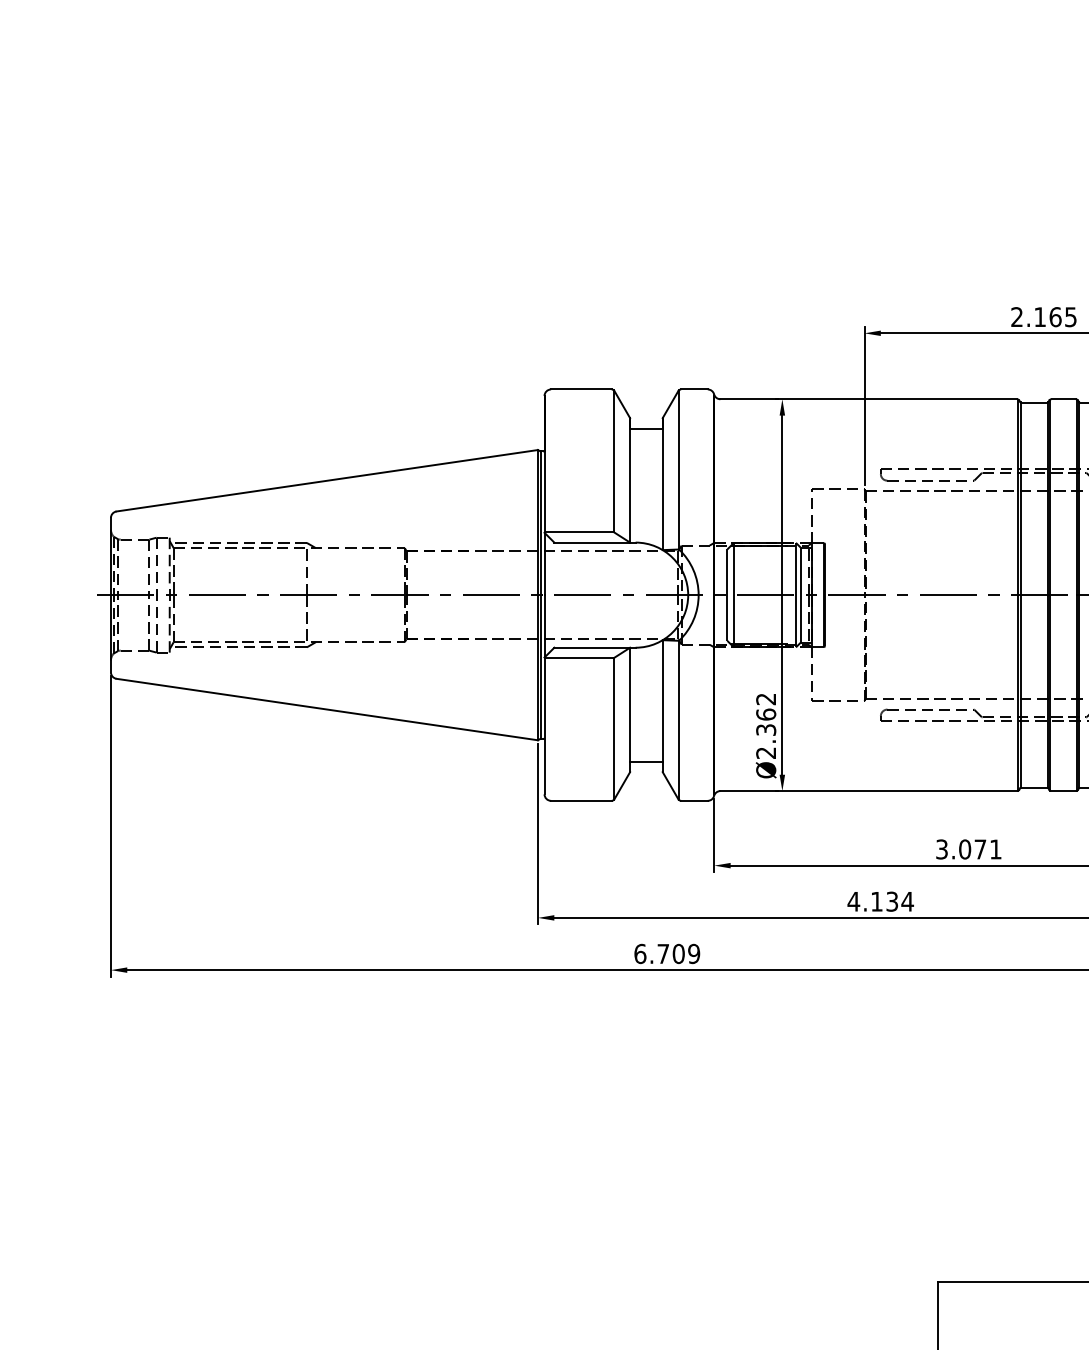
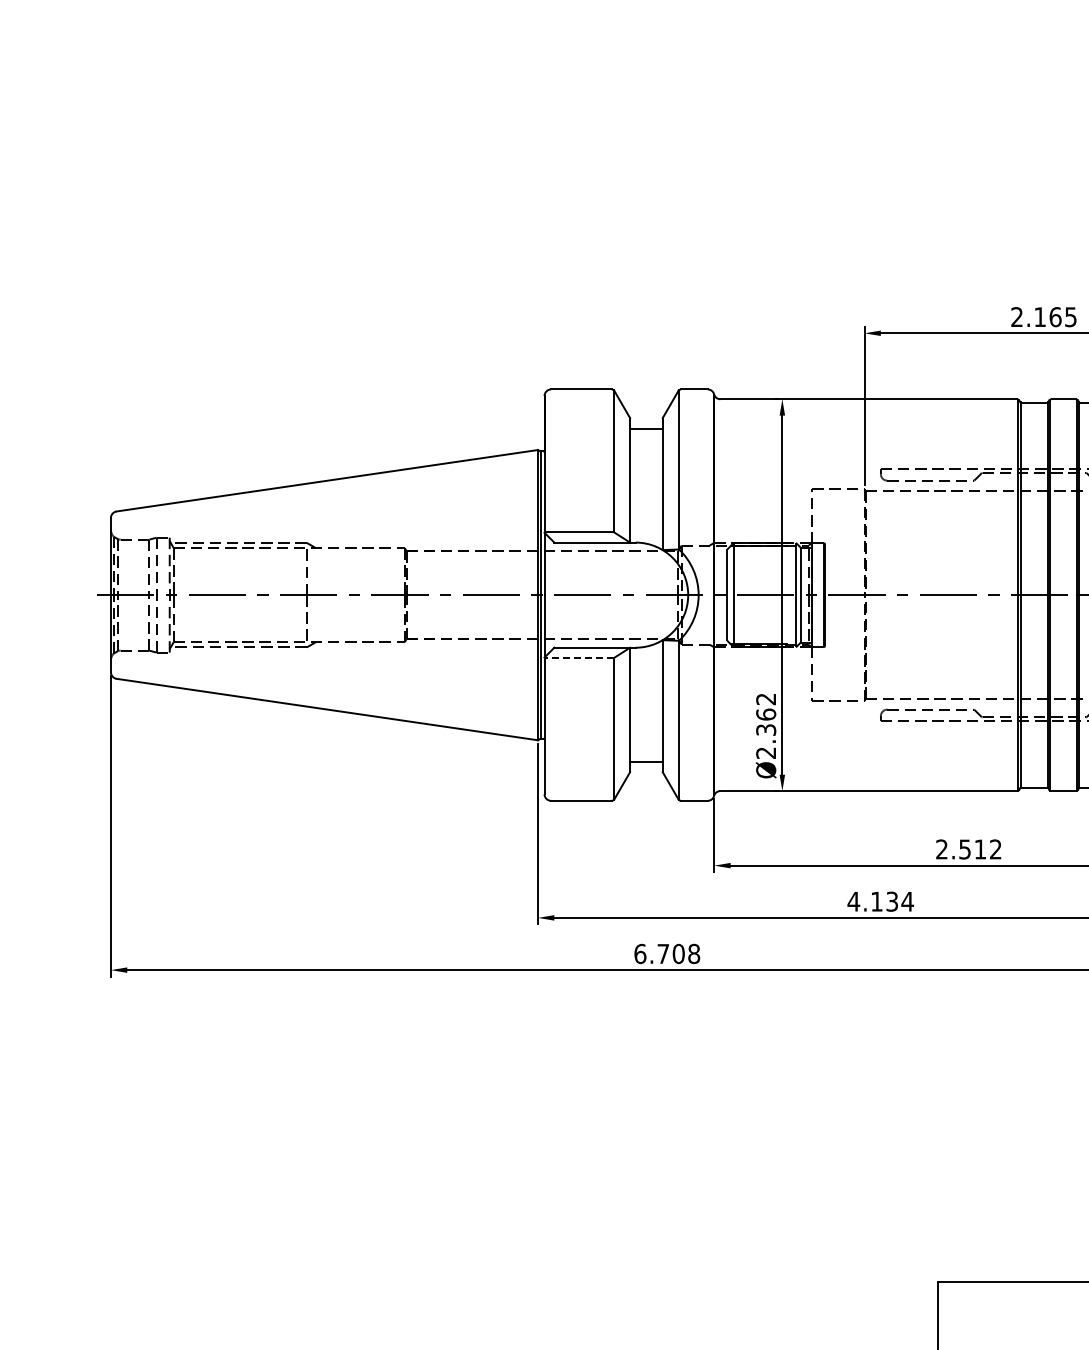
line at (579, 658): solid -> dashed
text at (968, 849): 3.071 -> 2.512
text at (694, 954): 6.709 -> 6.708
